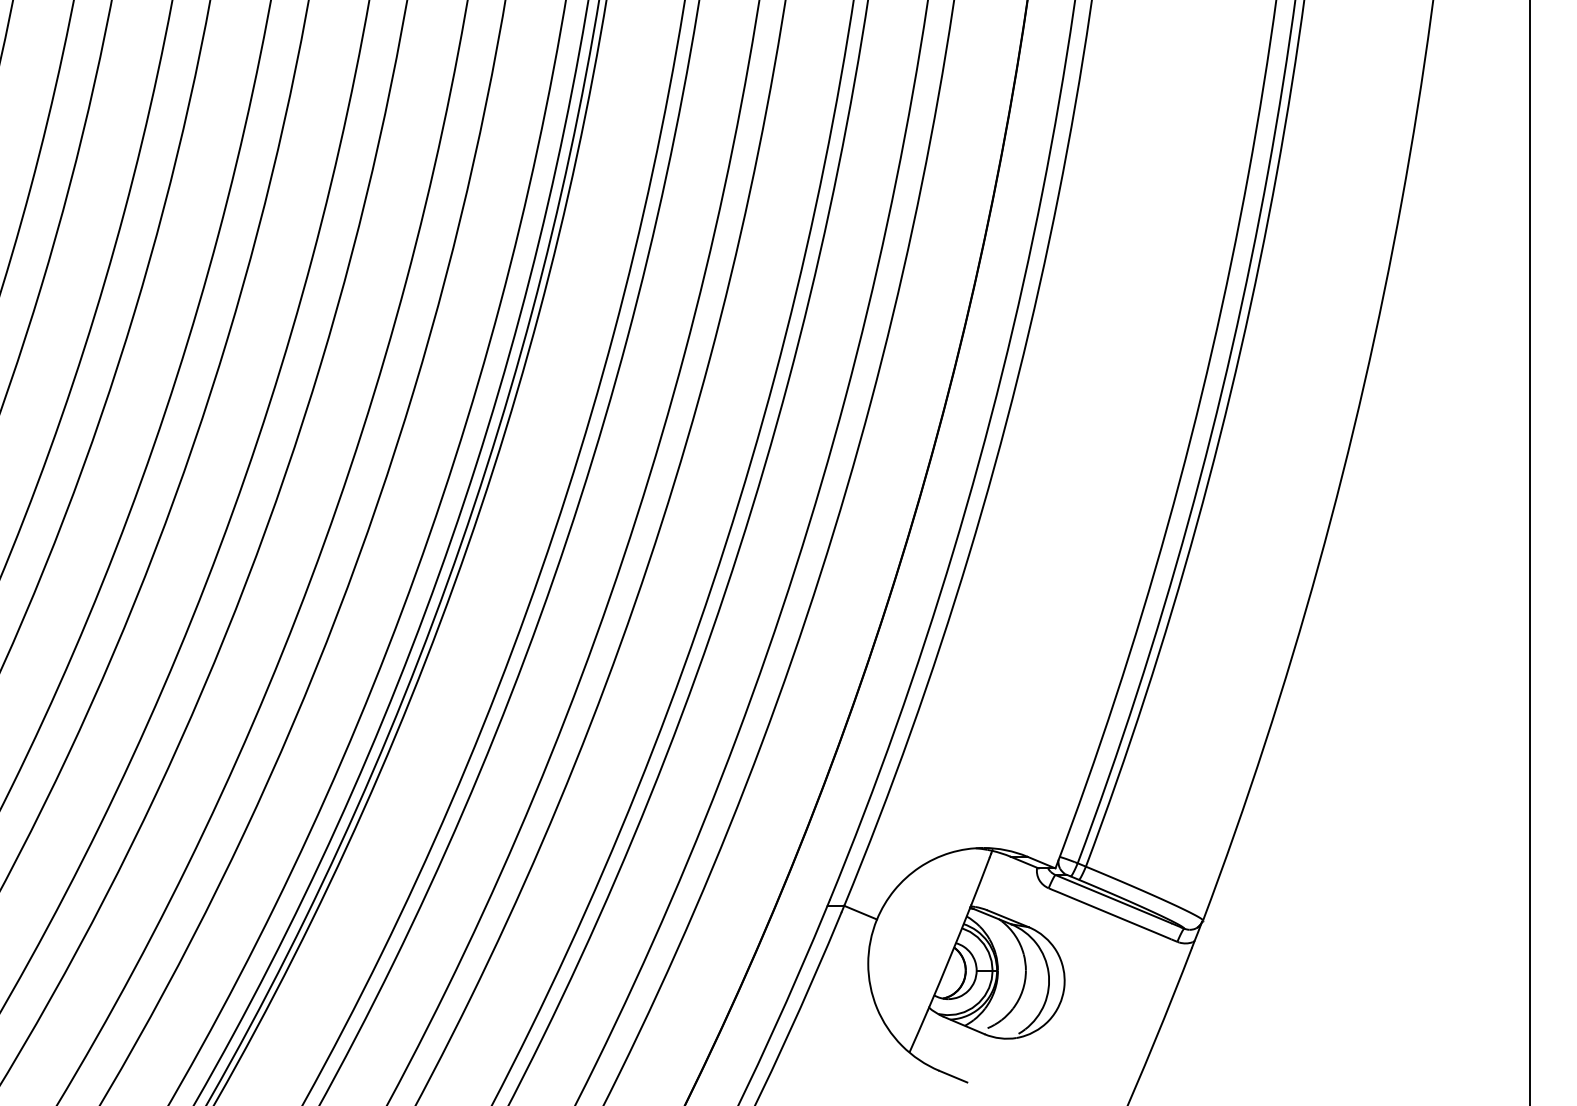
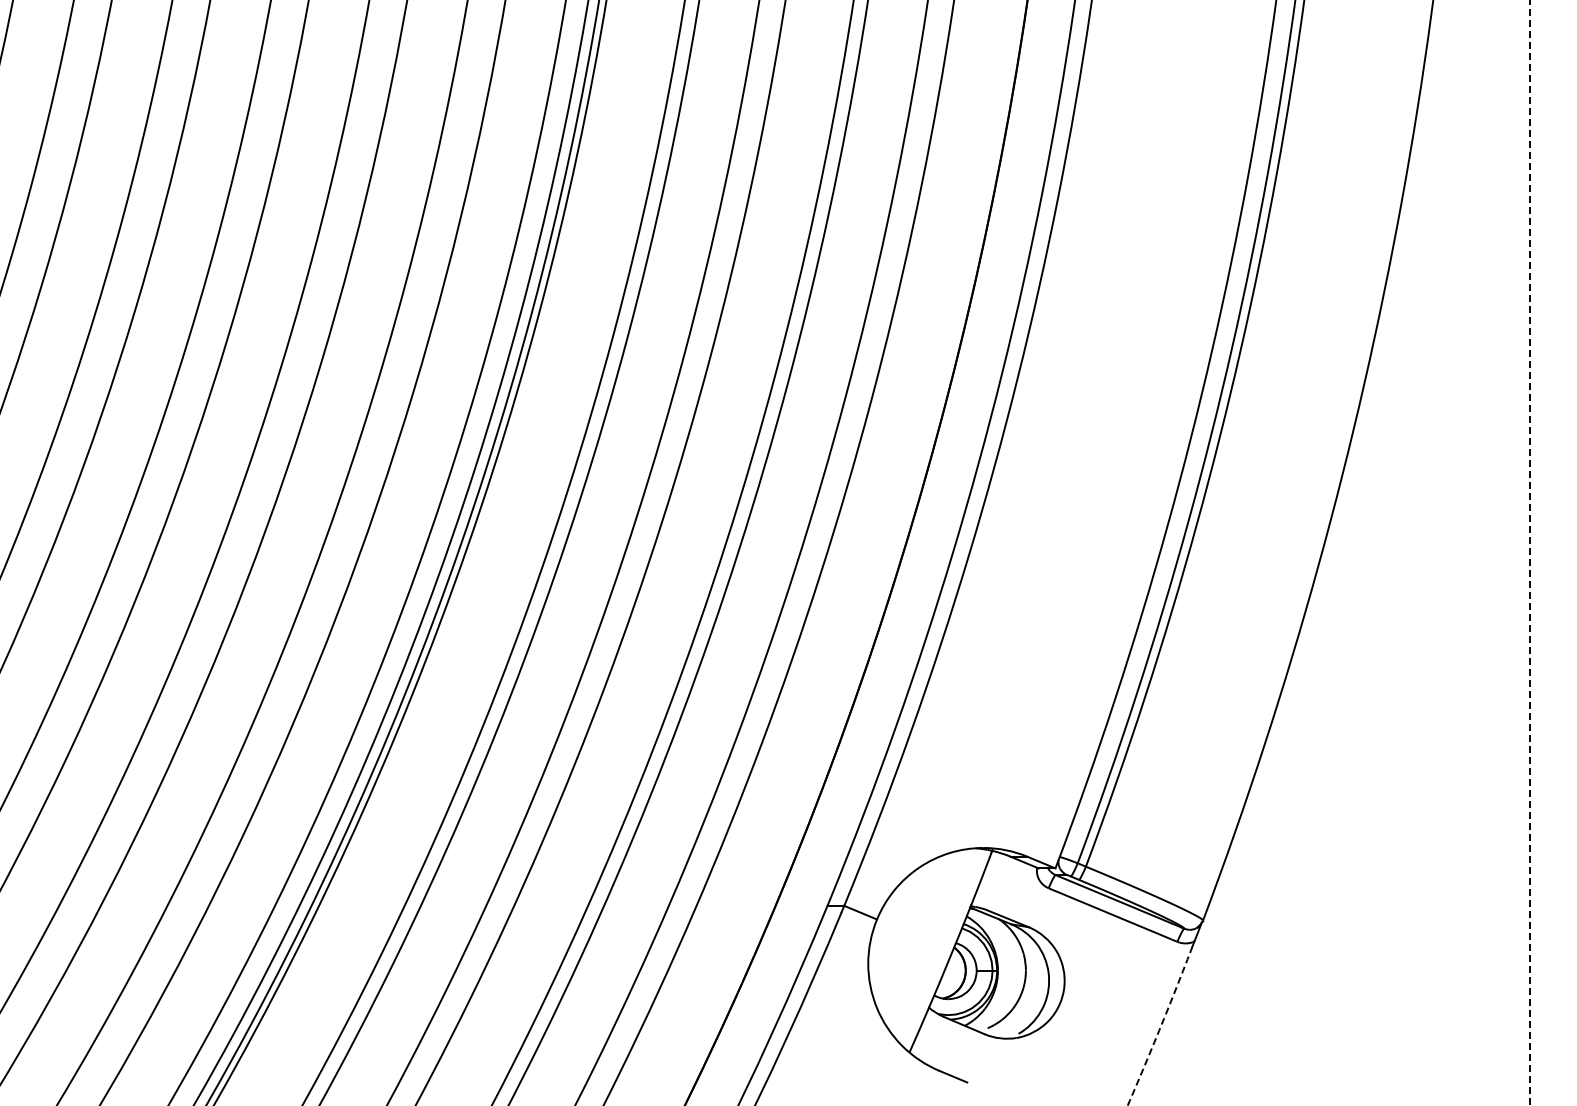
line at (1529, 552): solid -> dashed
arc at (1160, 1027): solid -> dashed
